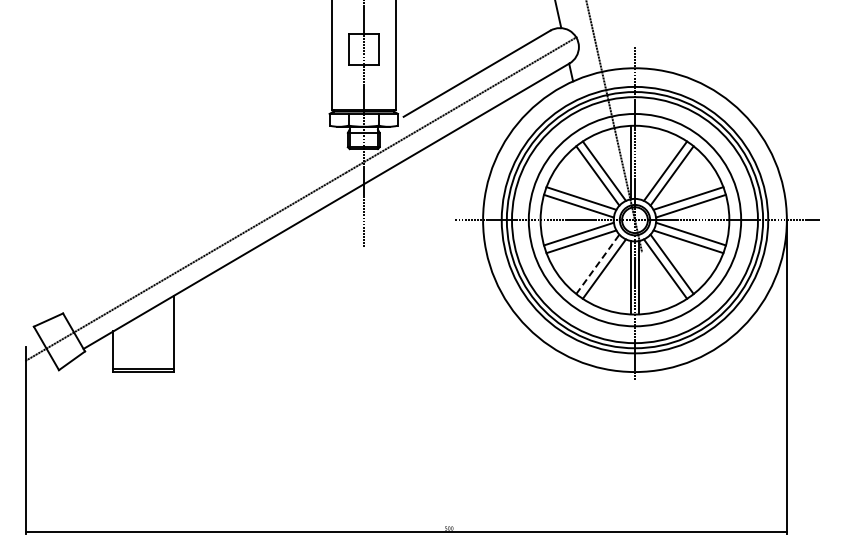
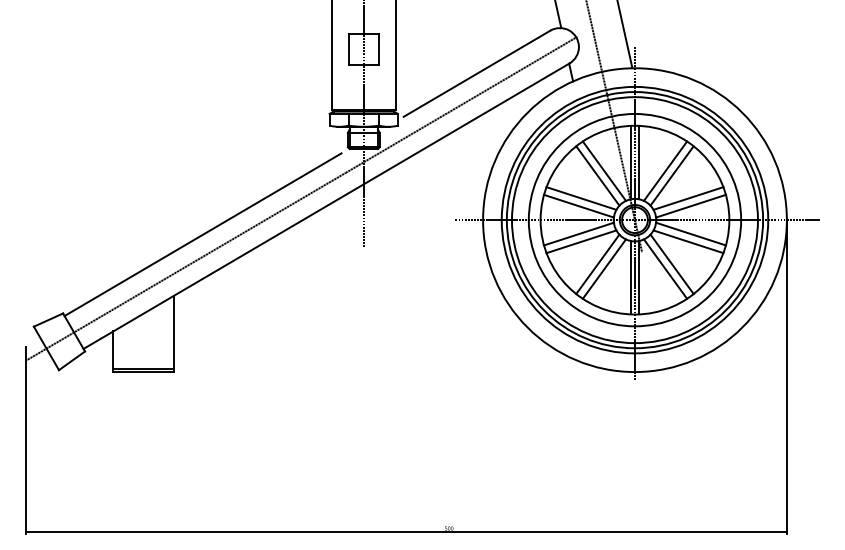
line at (624, 35): none -> present
line at (639, 162): none -> present
line at (202, 234): none -> present
line at (597, 264): dashed -> solid
